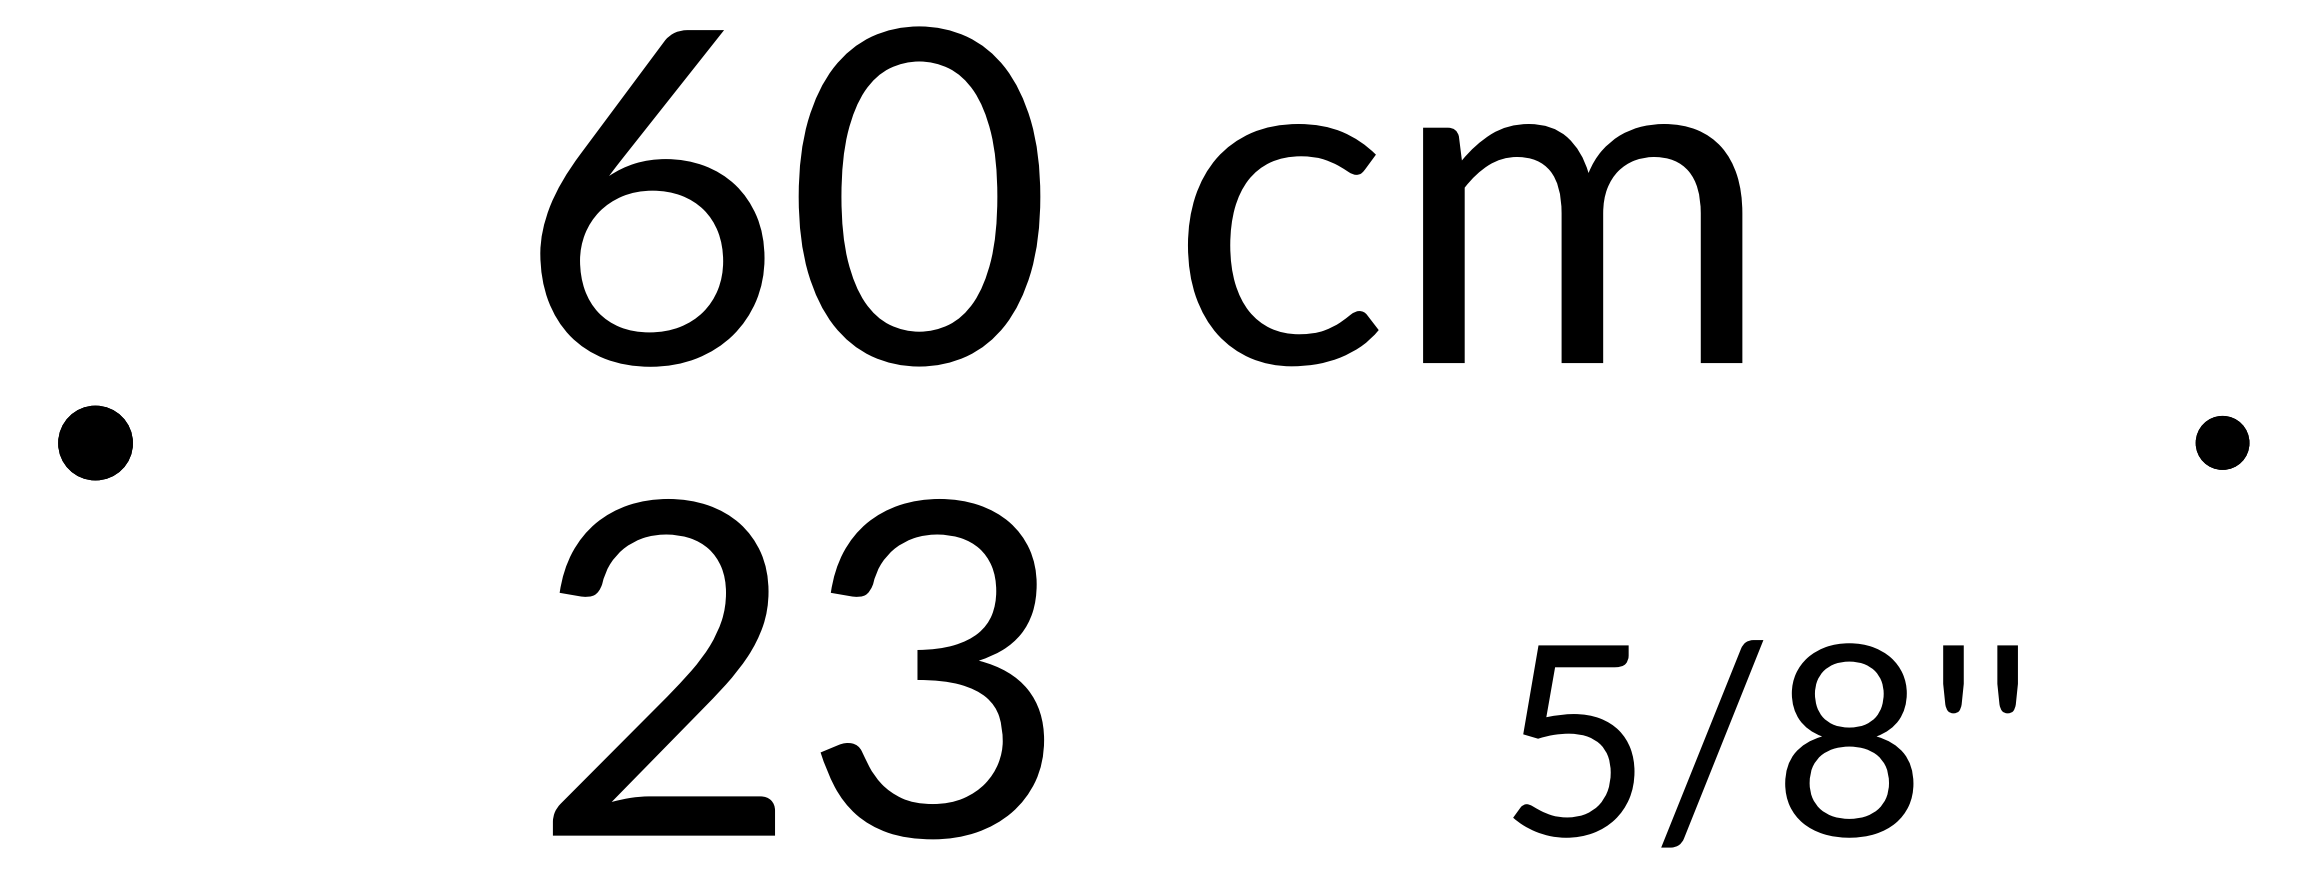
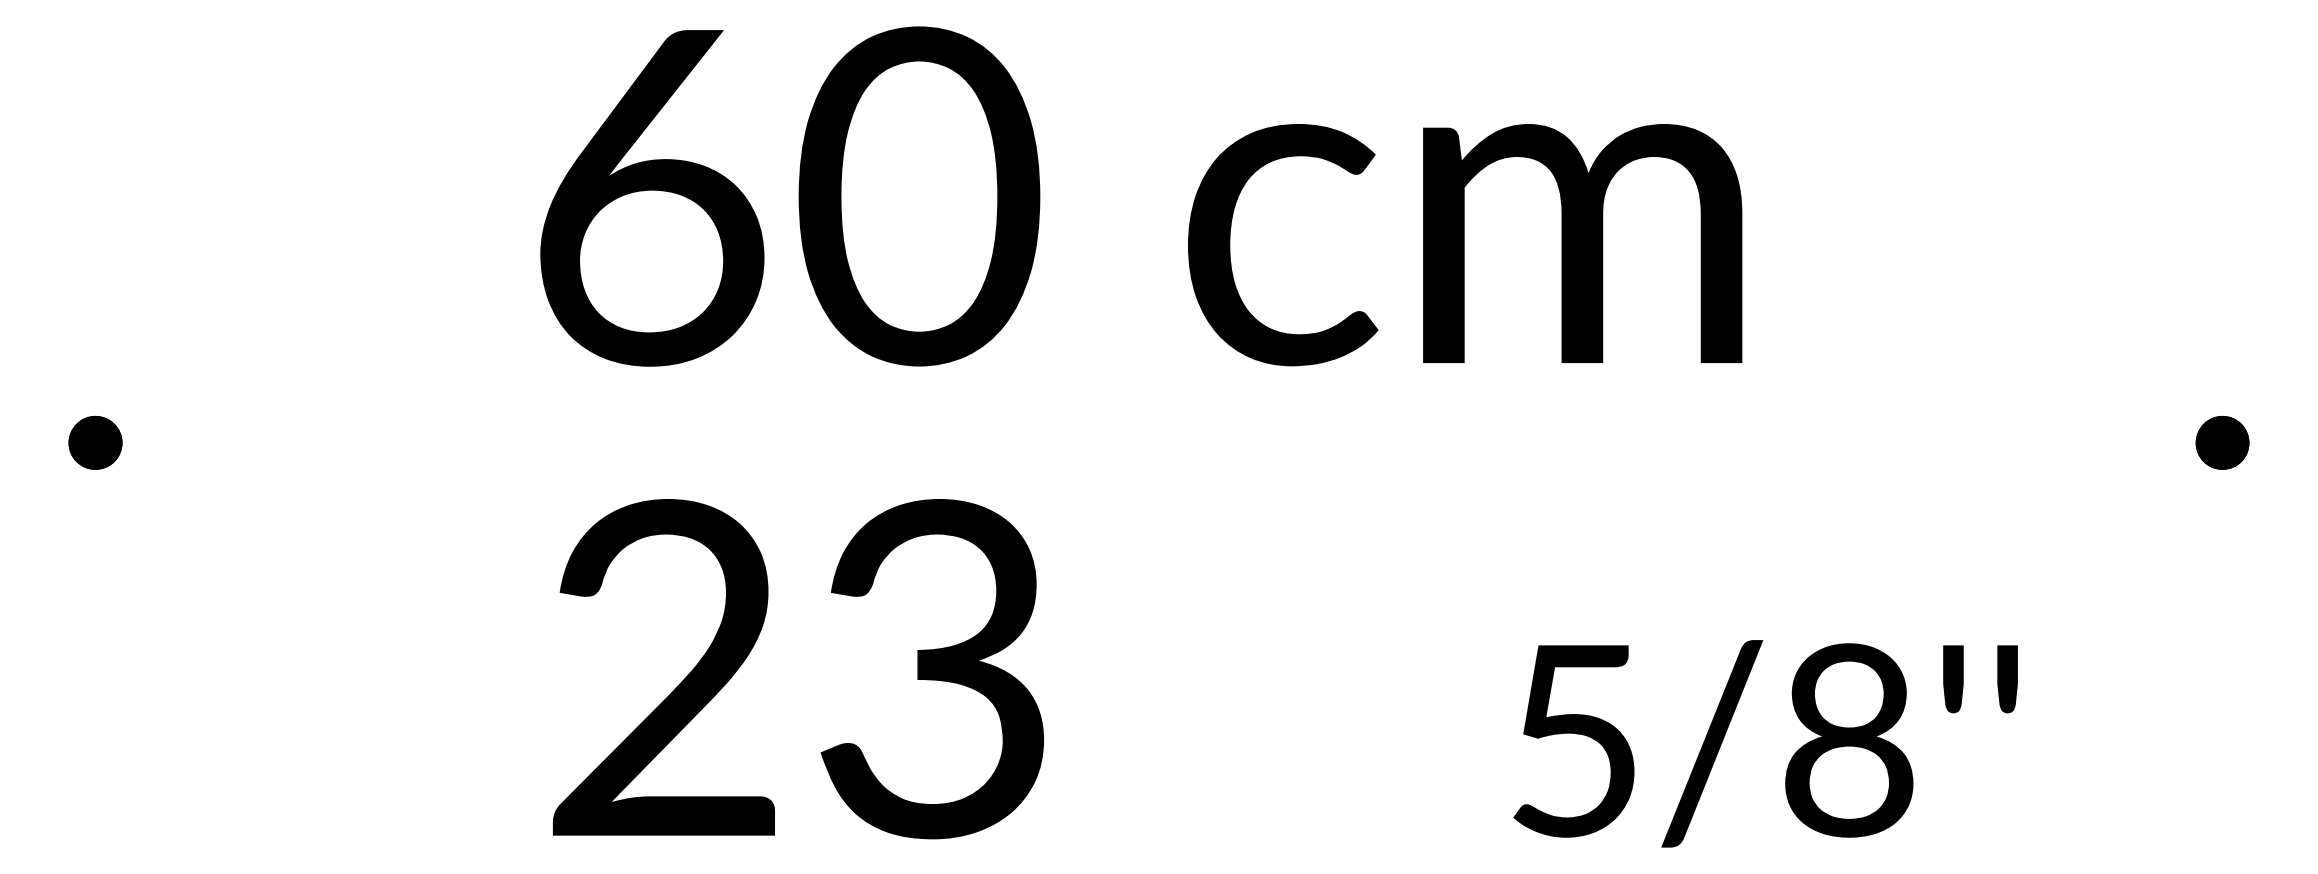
part at (95, 442) size: 75x76 px -> 55x55 px
